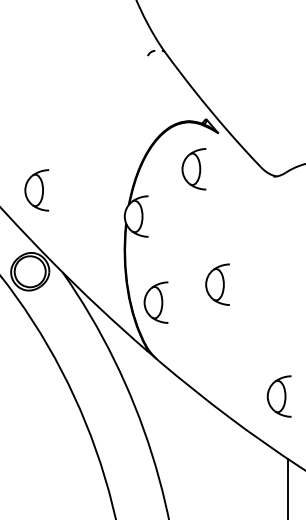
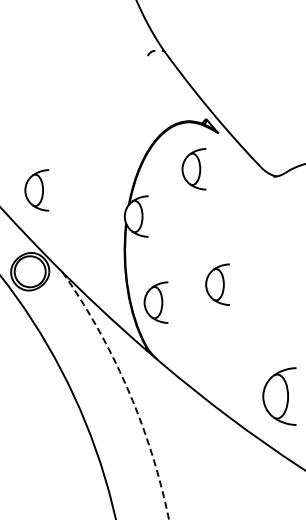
arc at (128, 391): solid -> dashed
part at (278, 396) size: 26x43 px -> 35x59 px
line at (287, 487): present -> none
